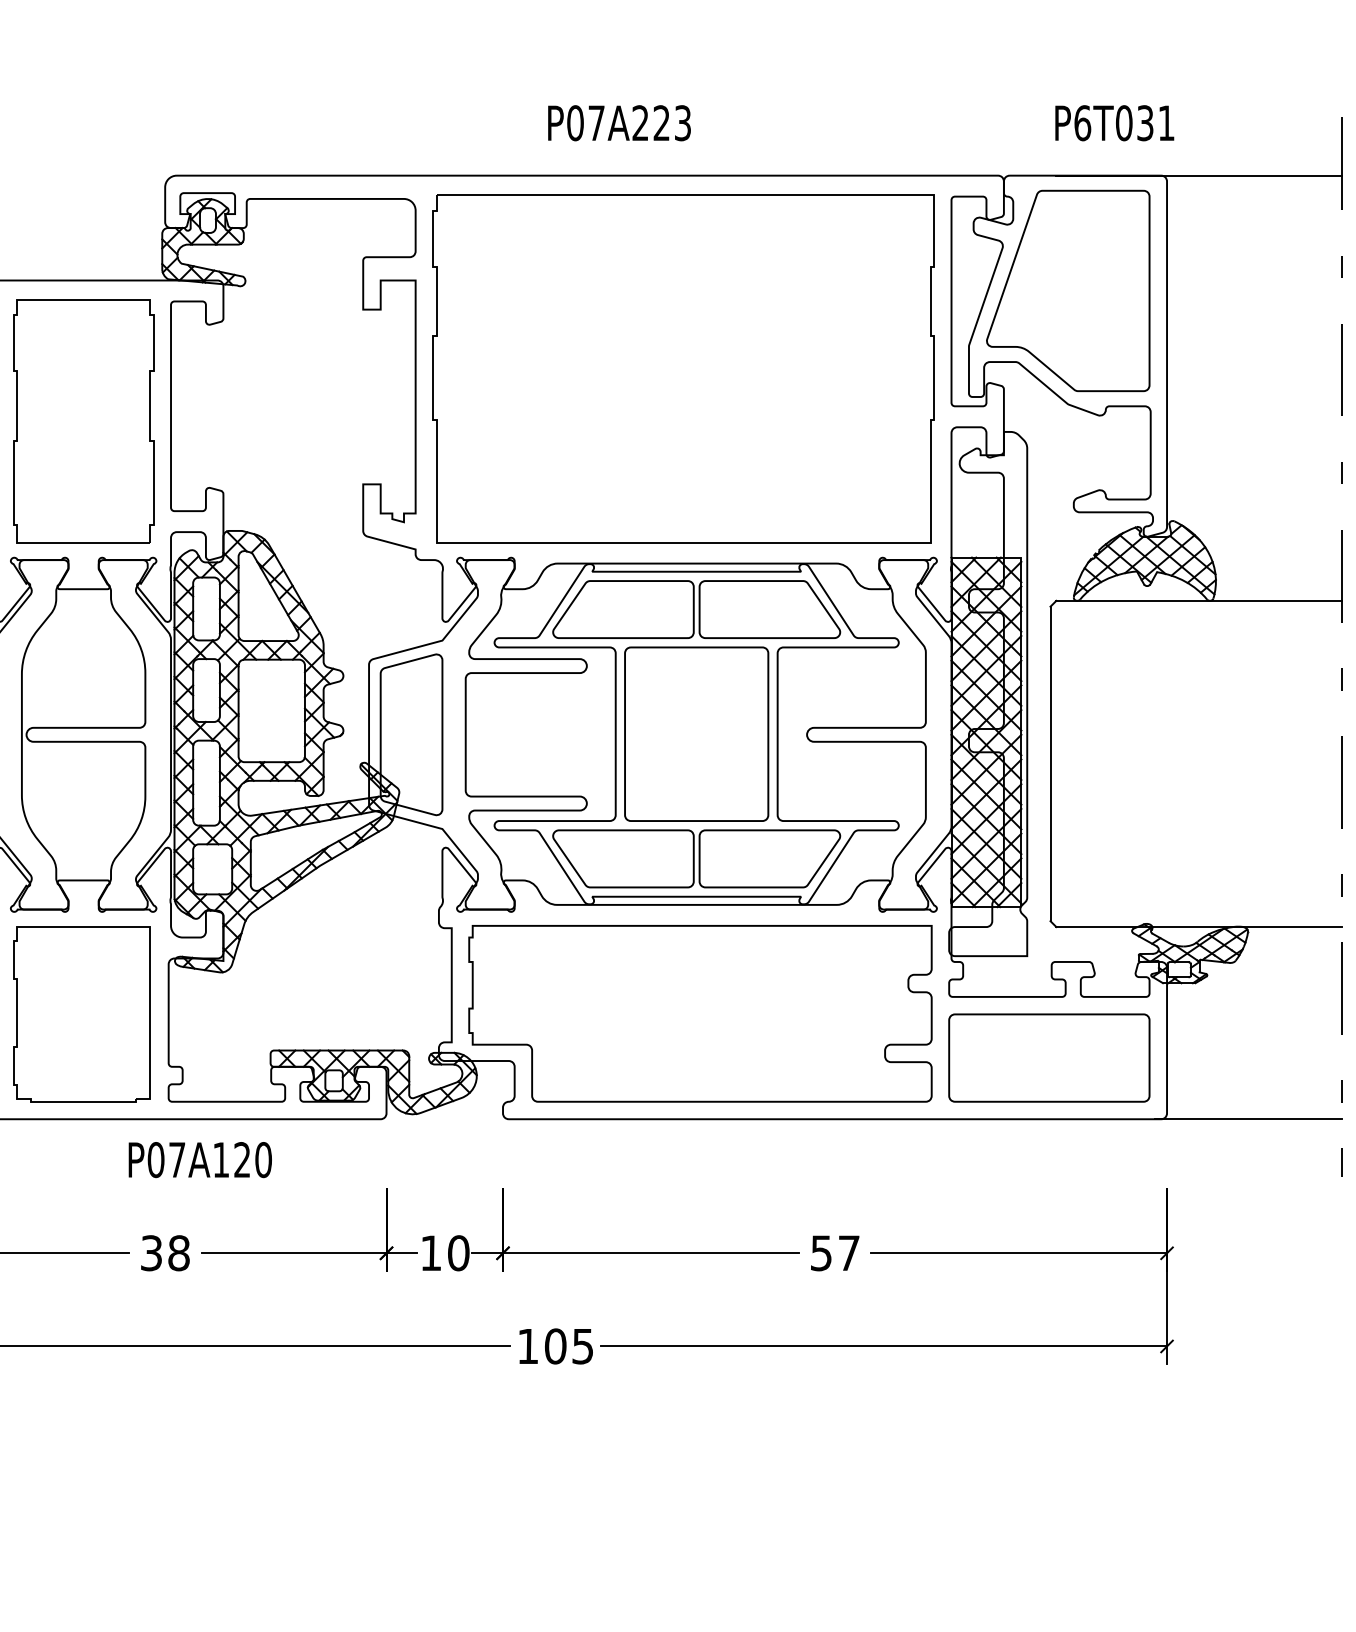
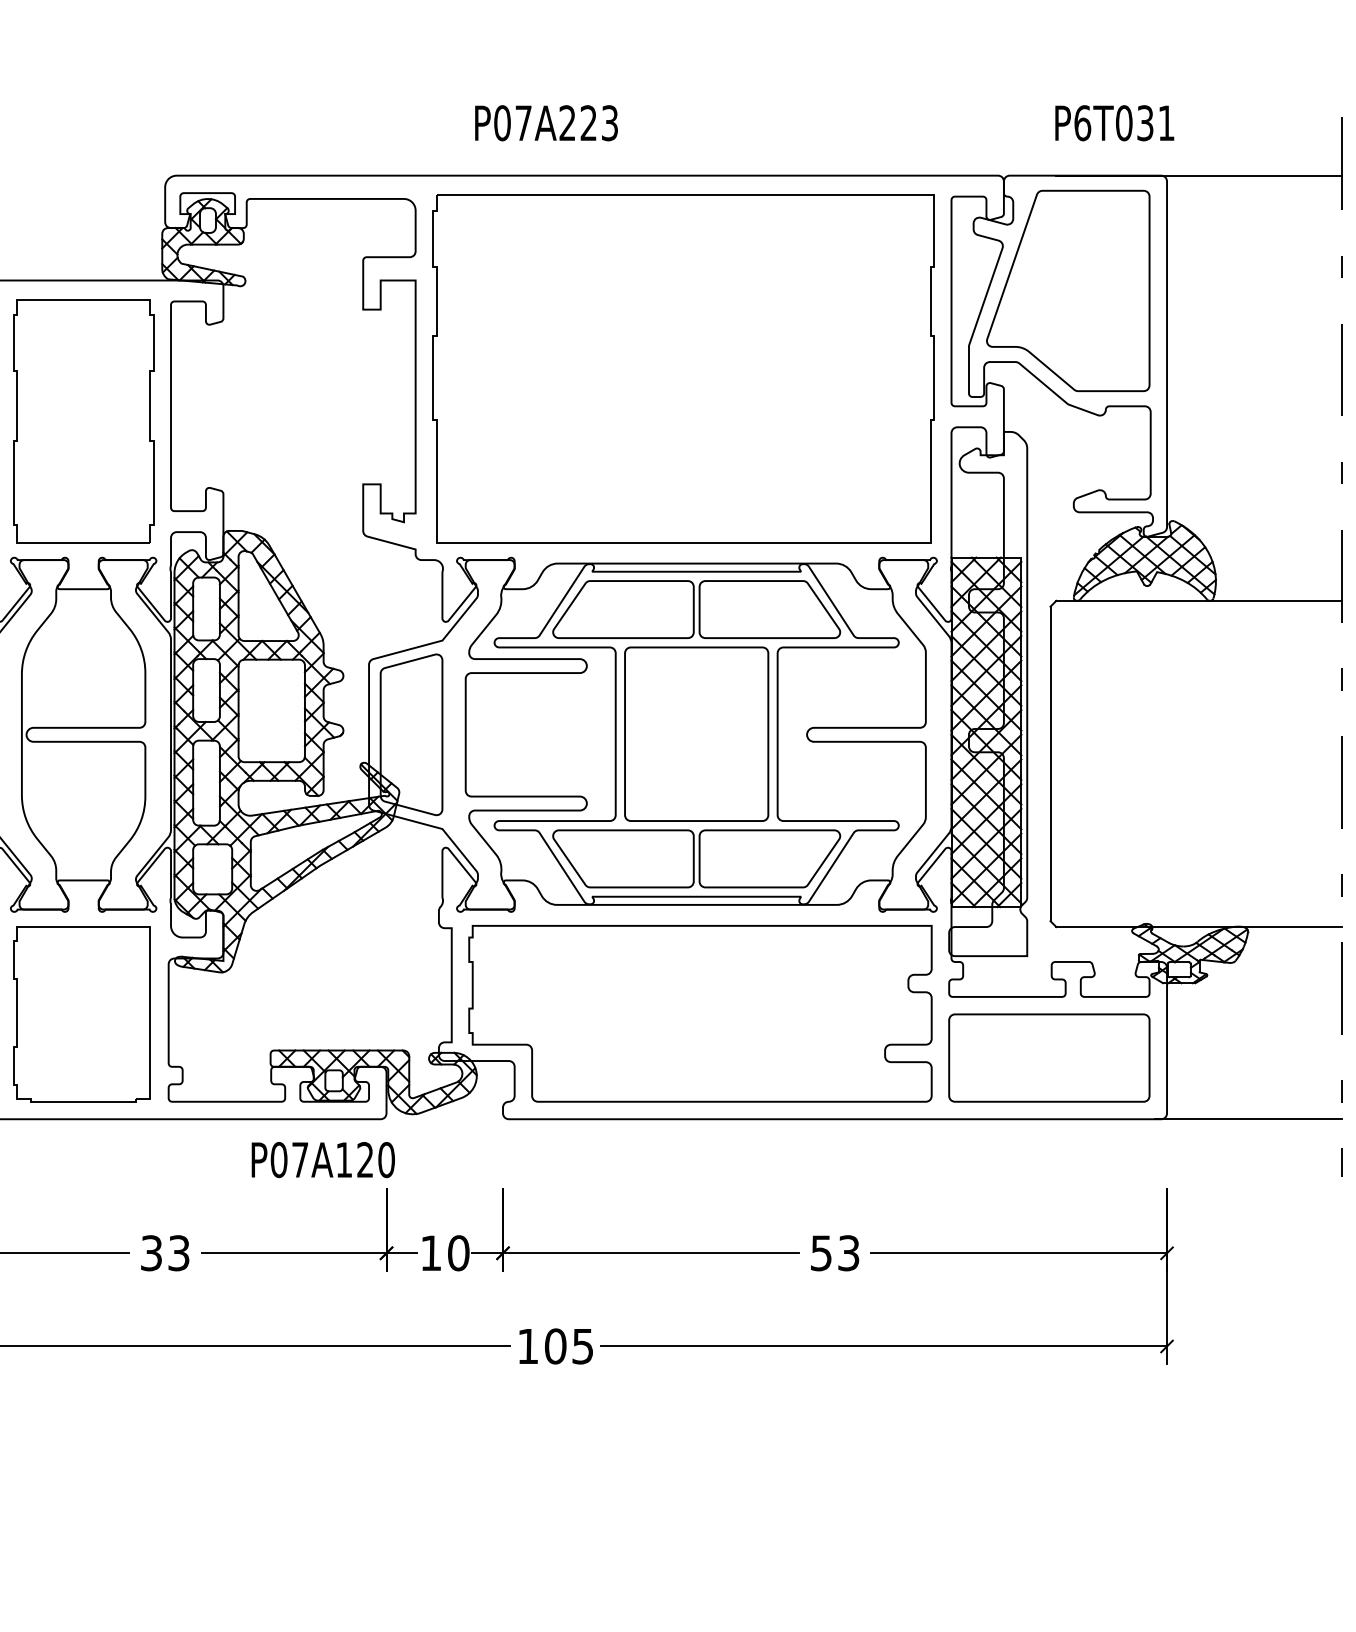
text at (619, 123) position: (619, 123) -> (546, 123)
text at (199, 1160) position: (199, 1160) -> (322, 1160)
text at (178, 1253): 38 -> 33
text at (848, 1253): 57 -> 53
